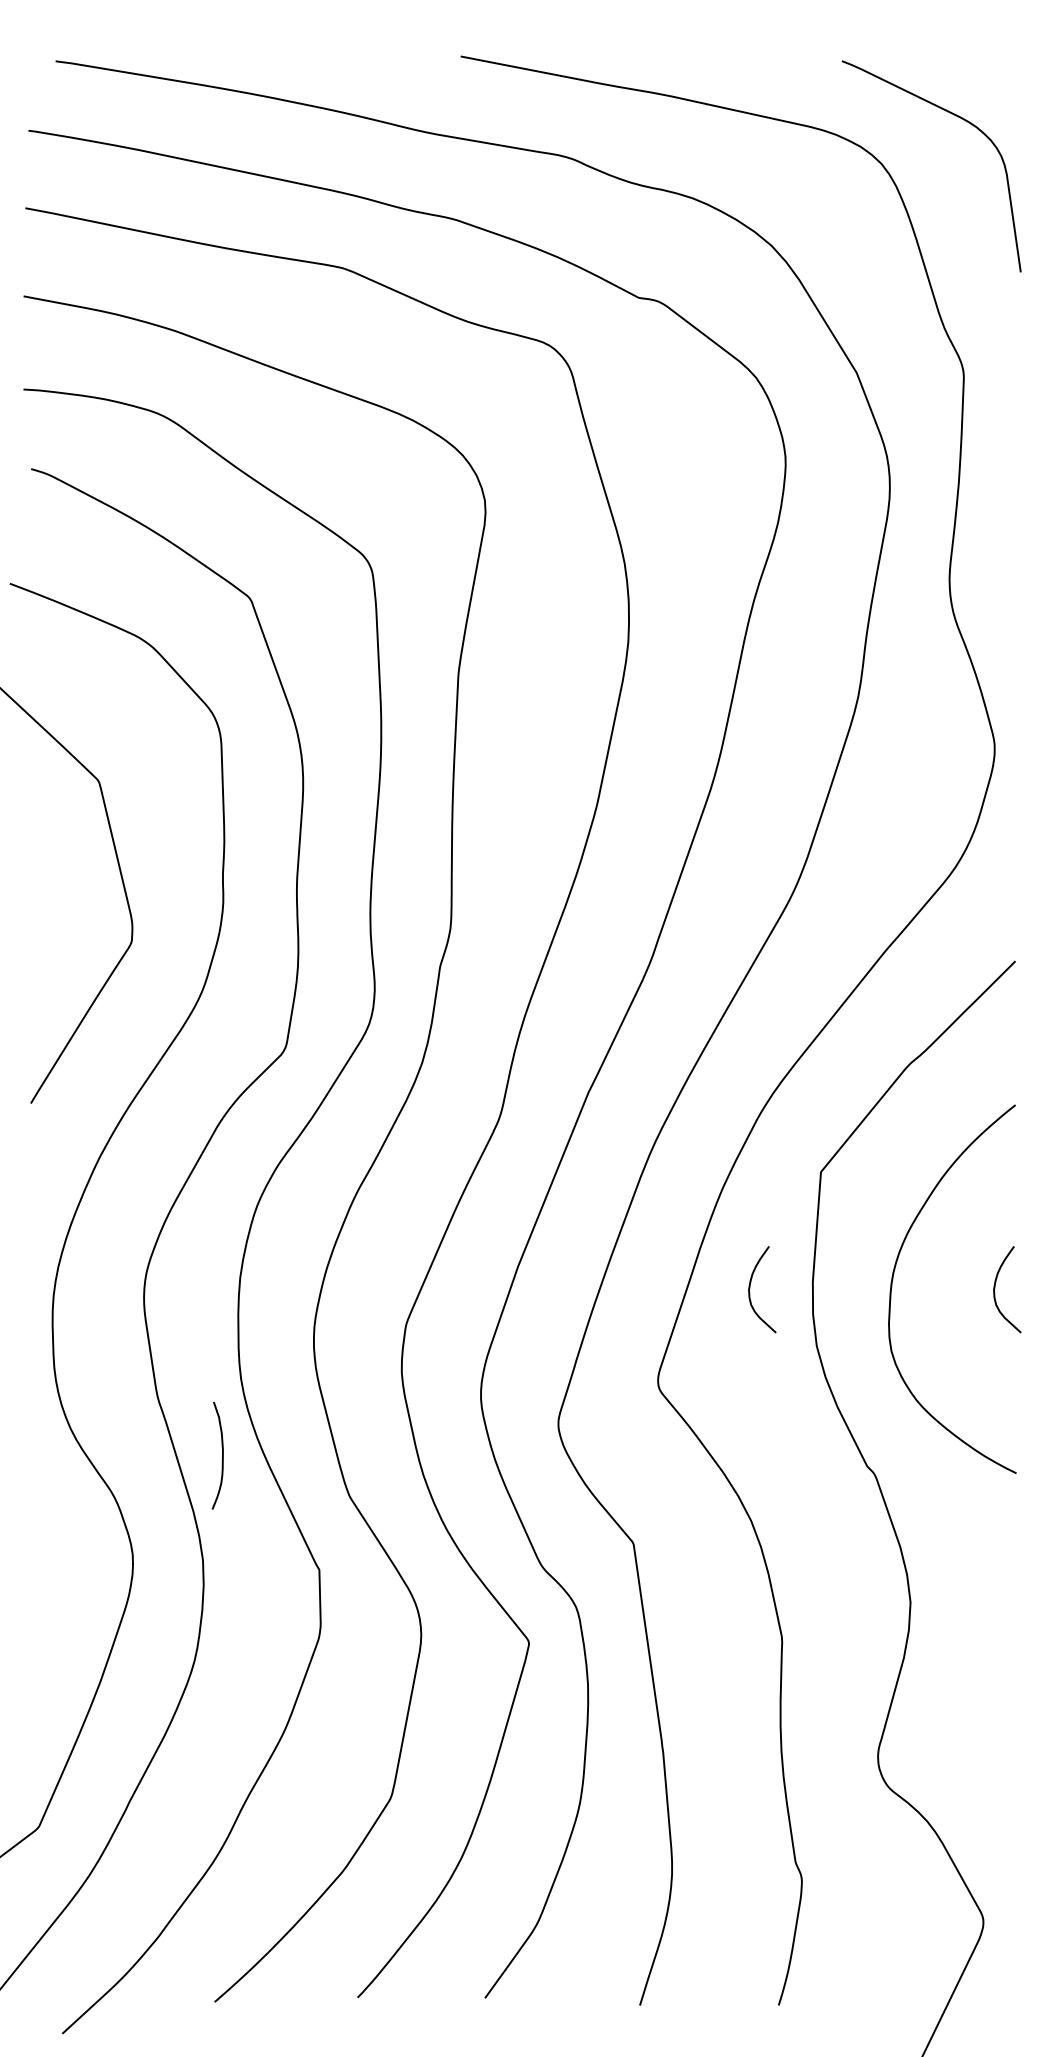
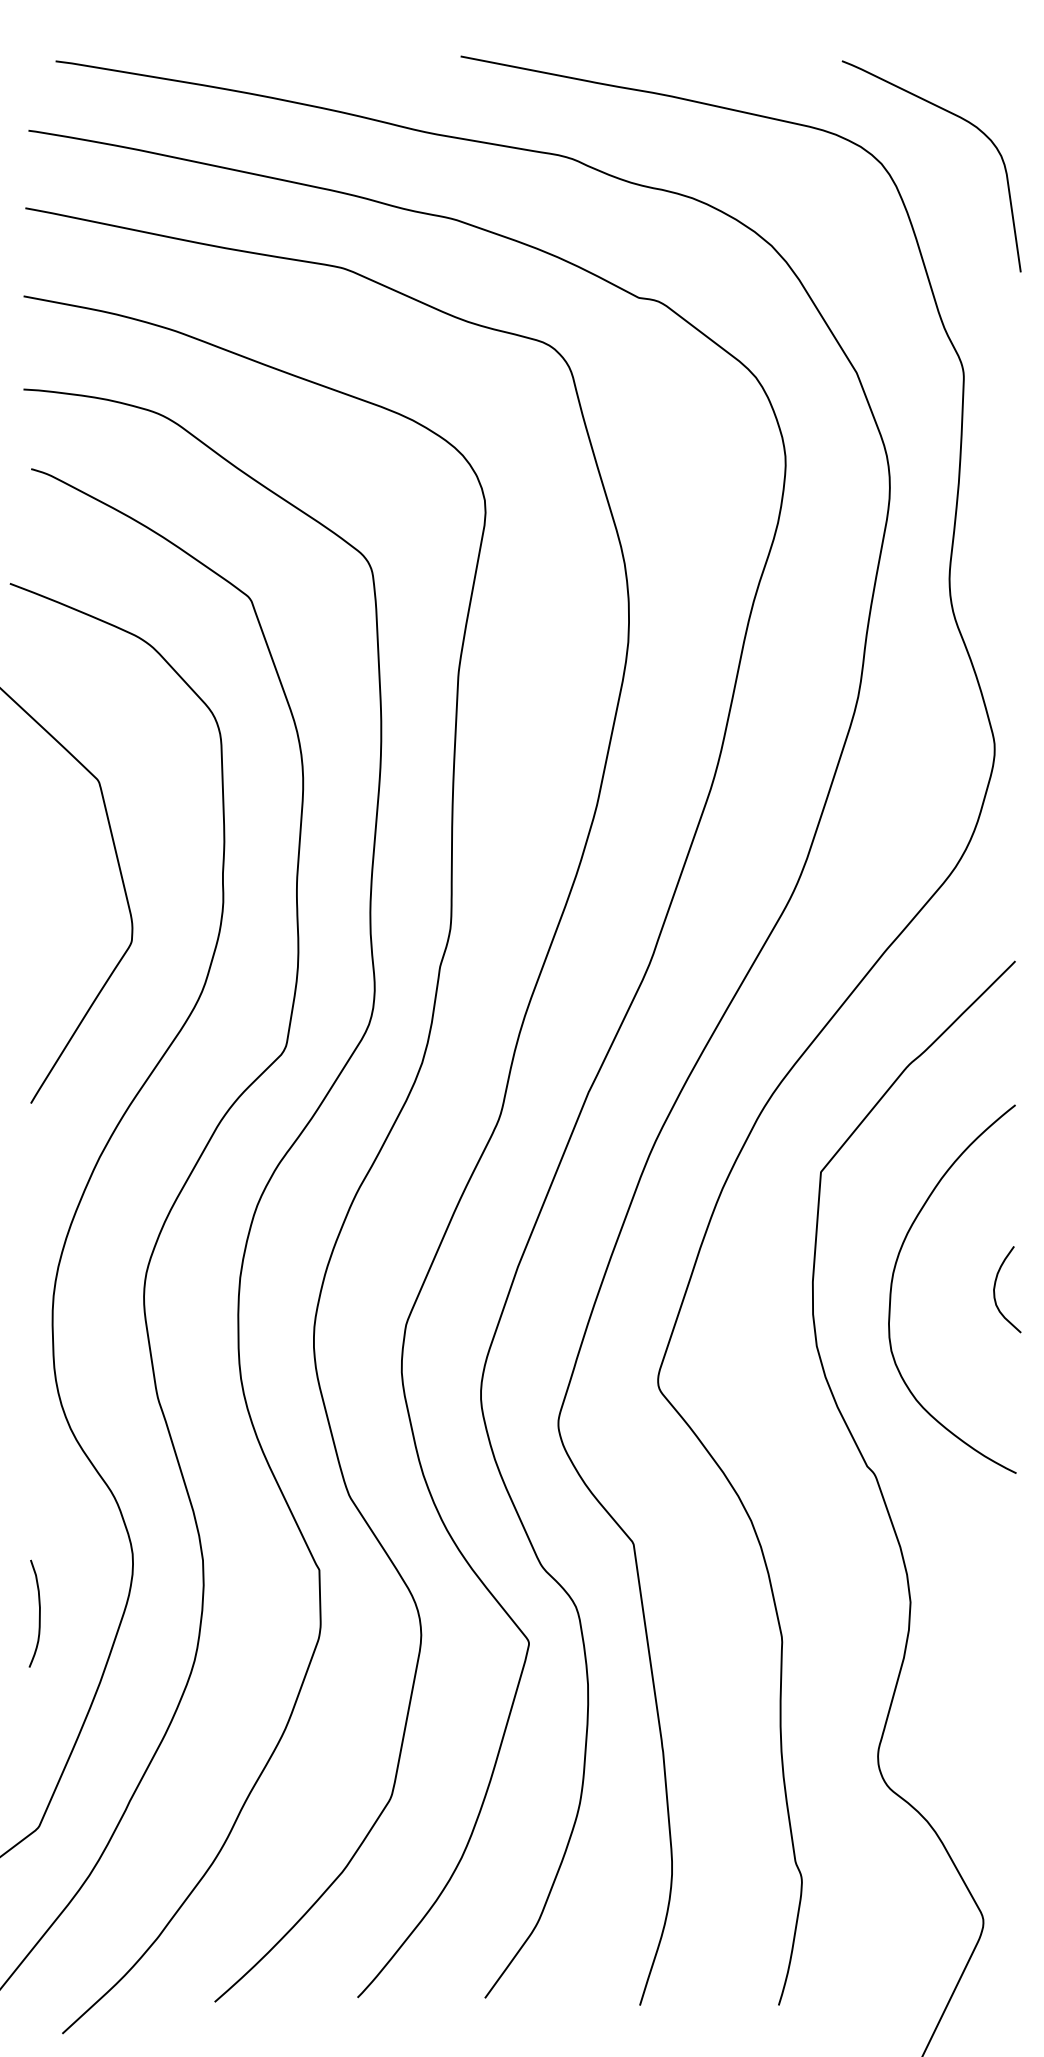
curve at (750, 1288): present -> none
curve at (222, 1455) position: (222, 1455) -> (39, 1613)
